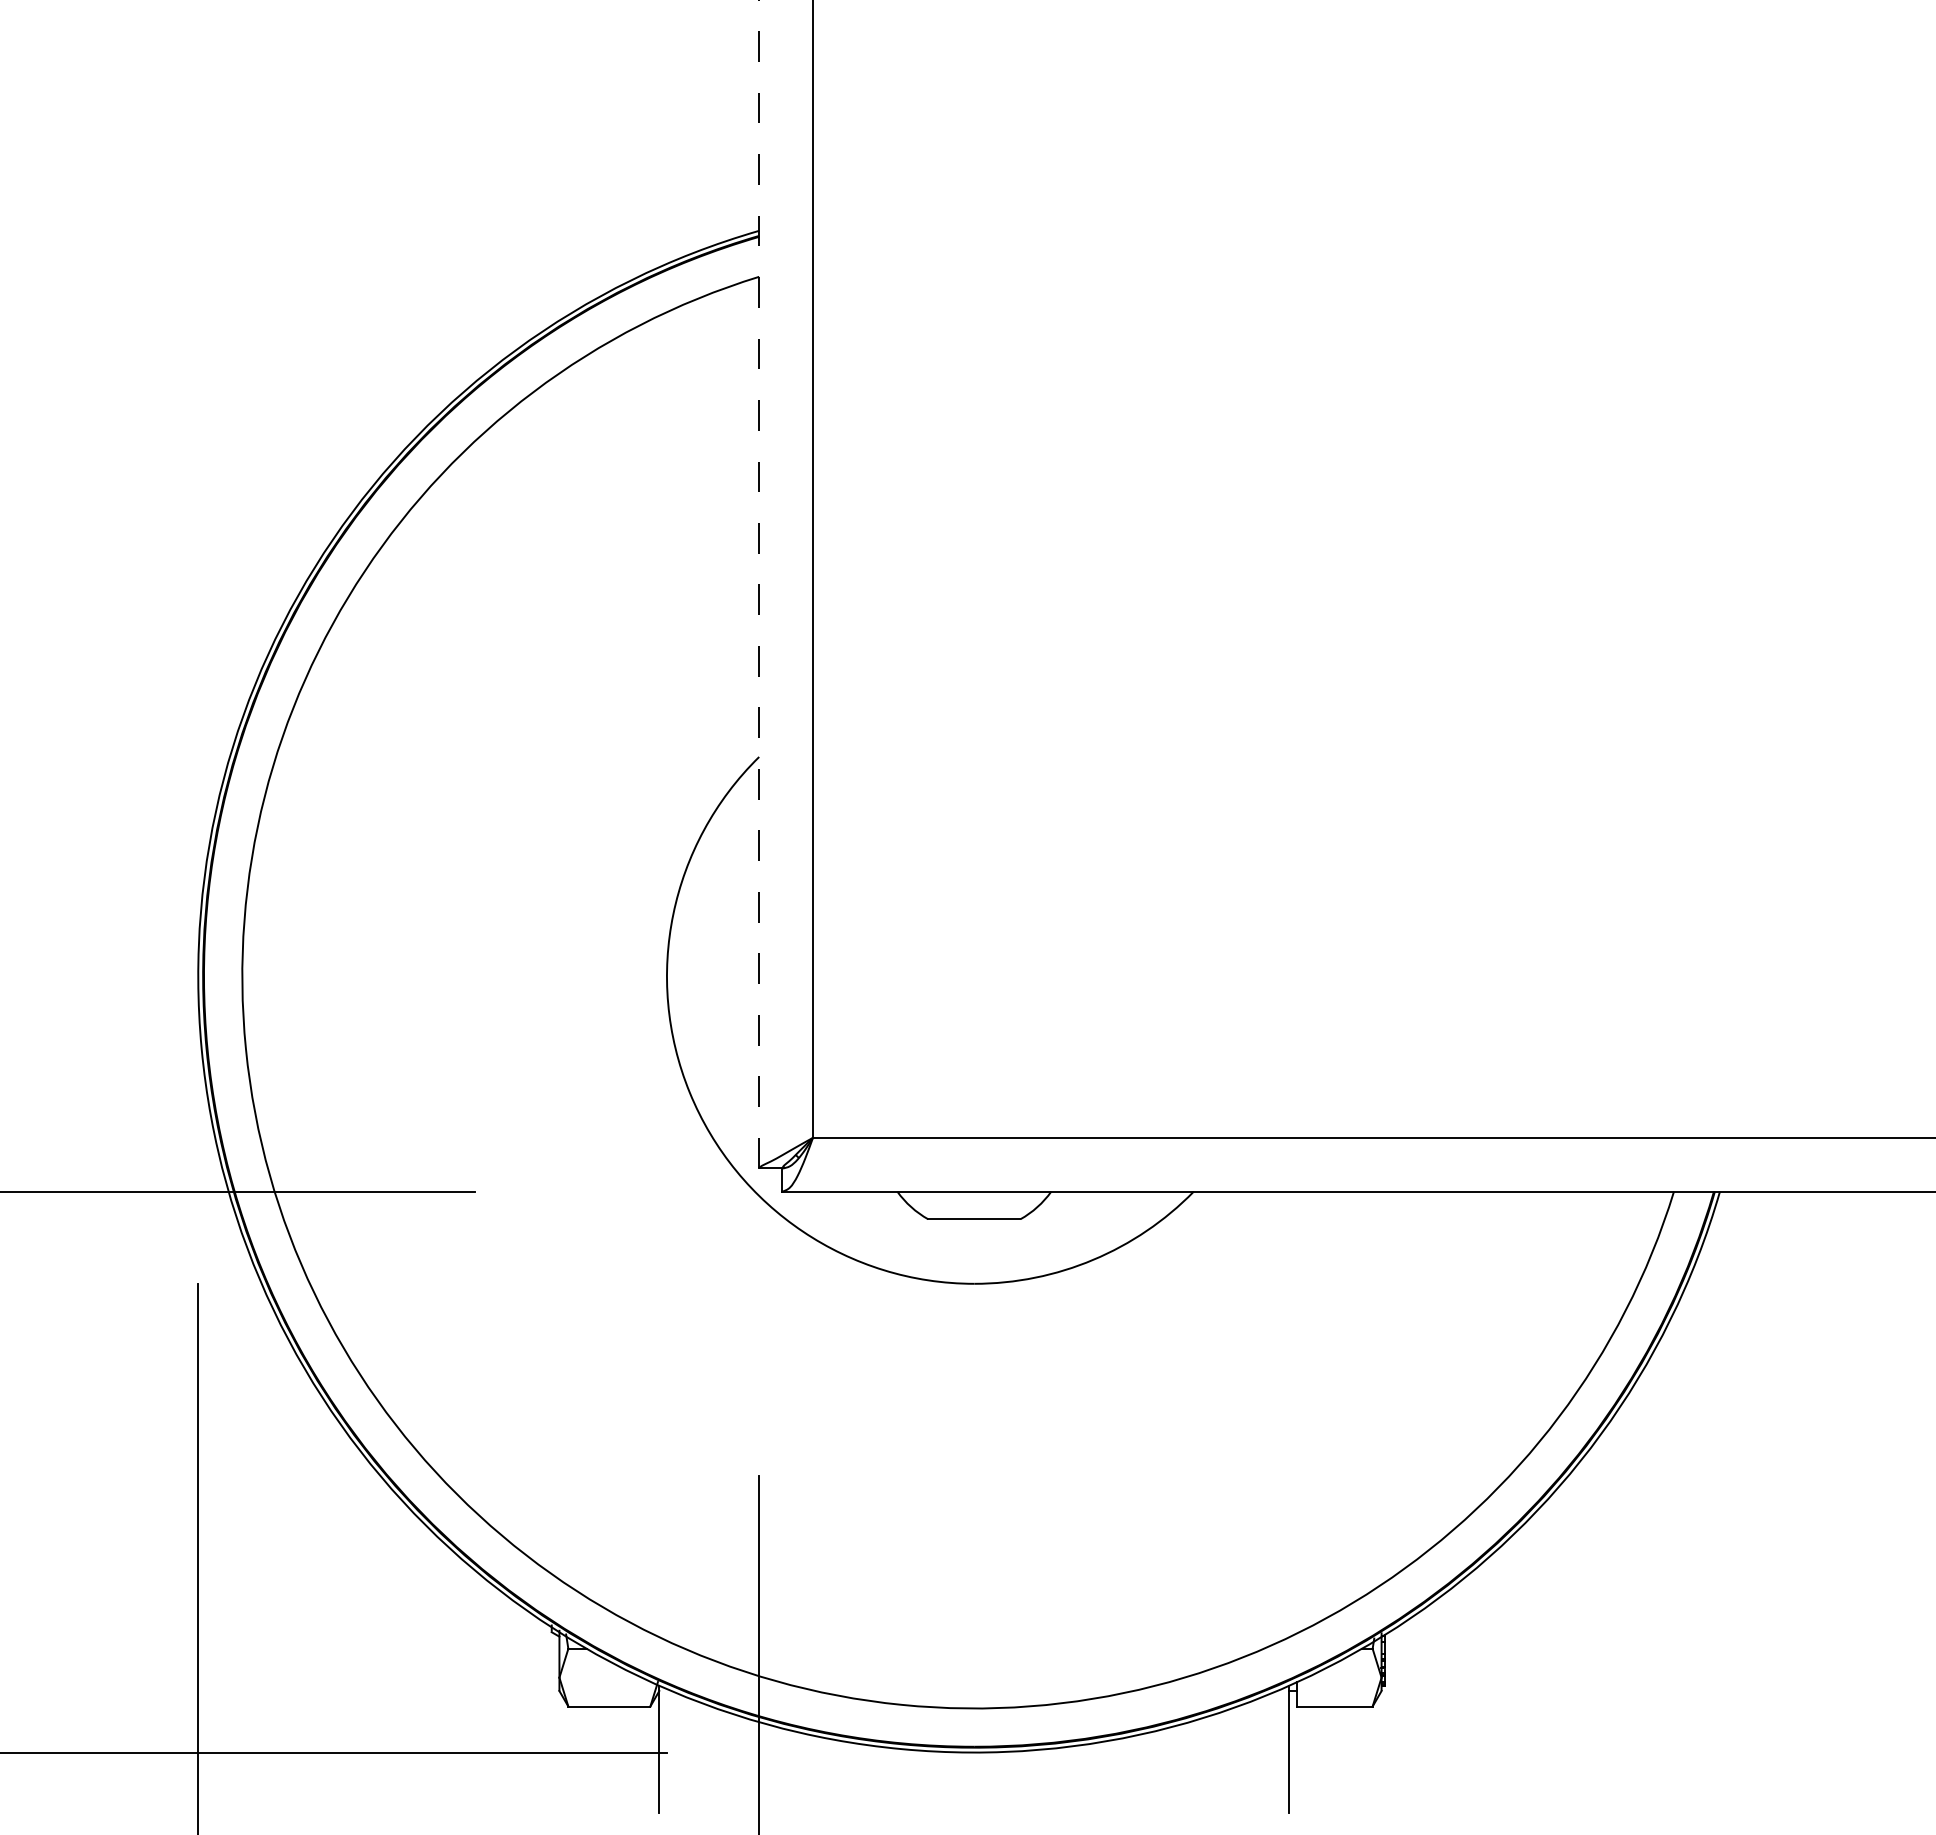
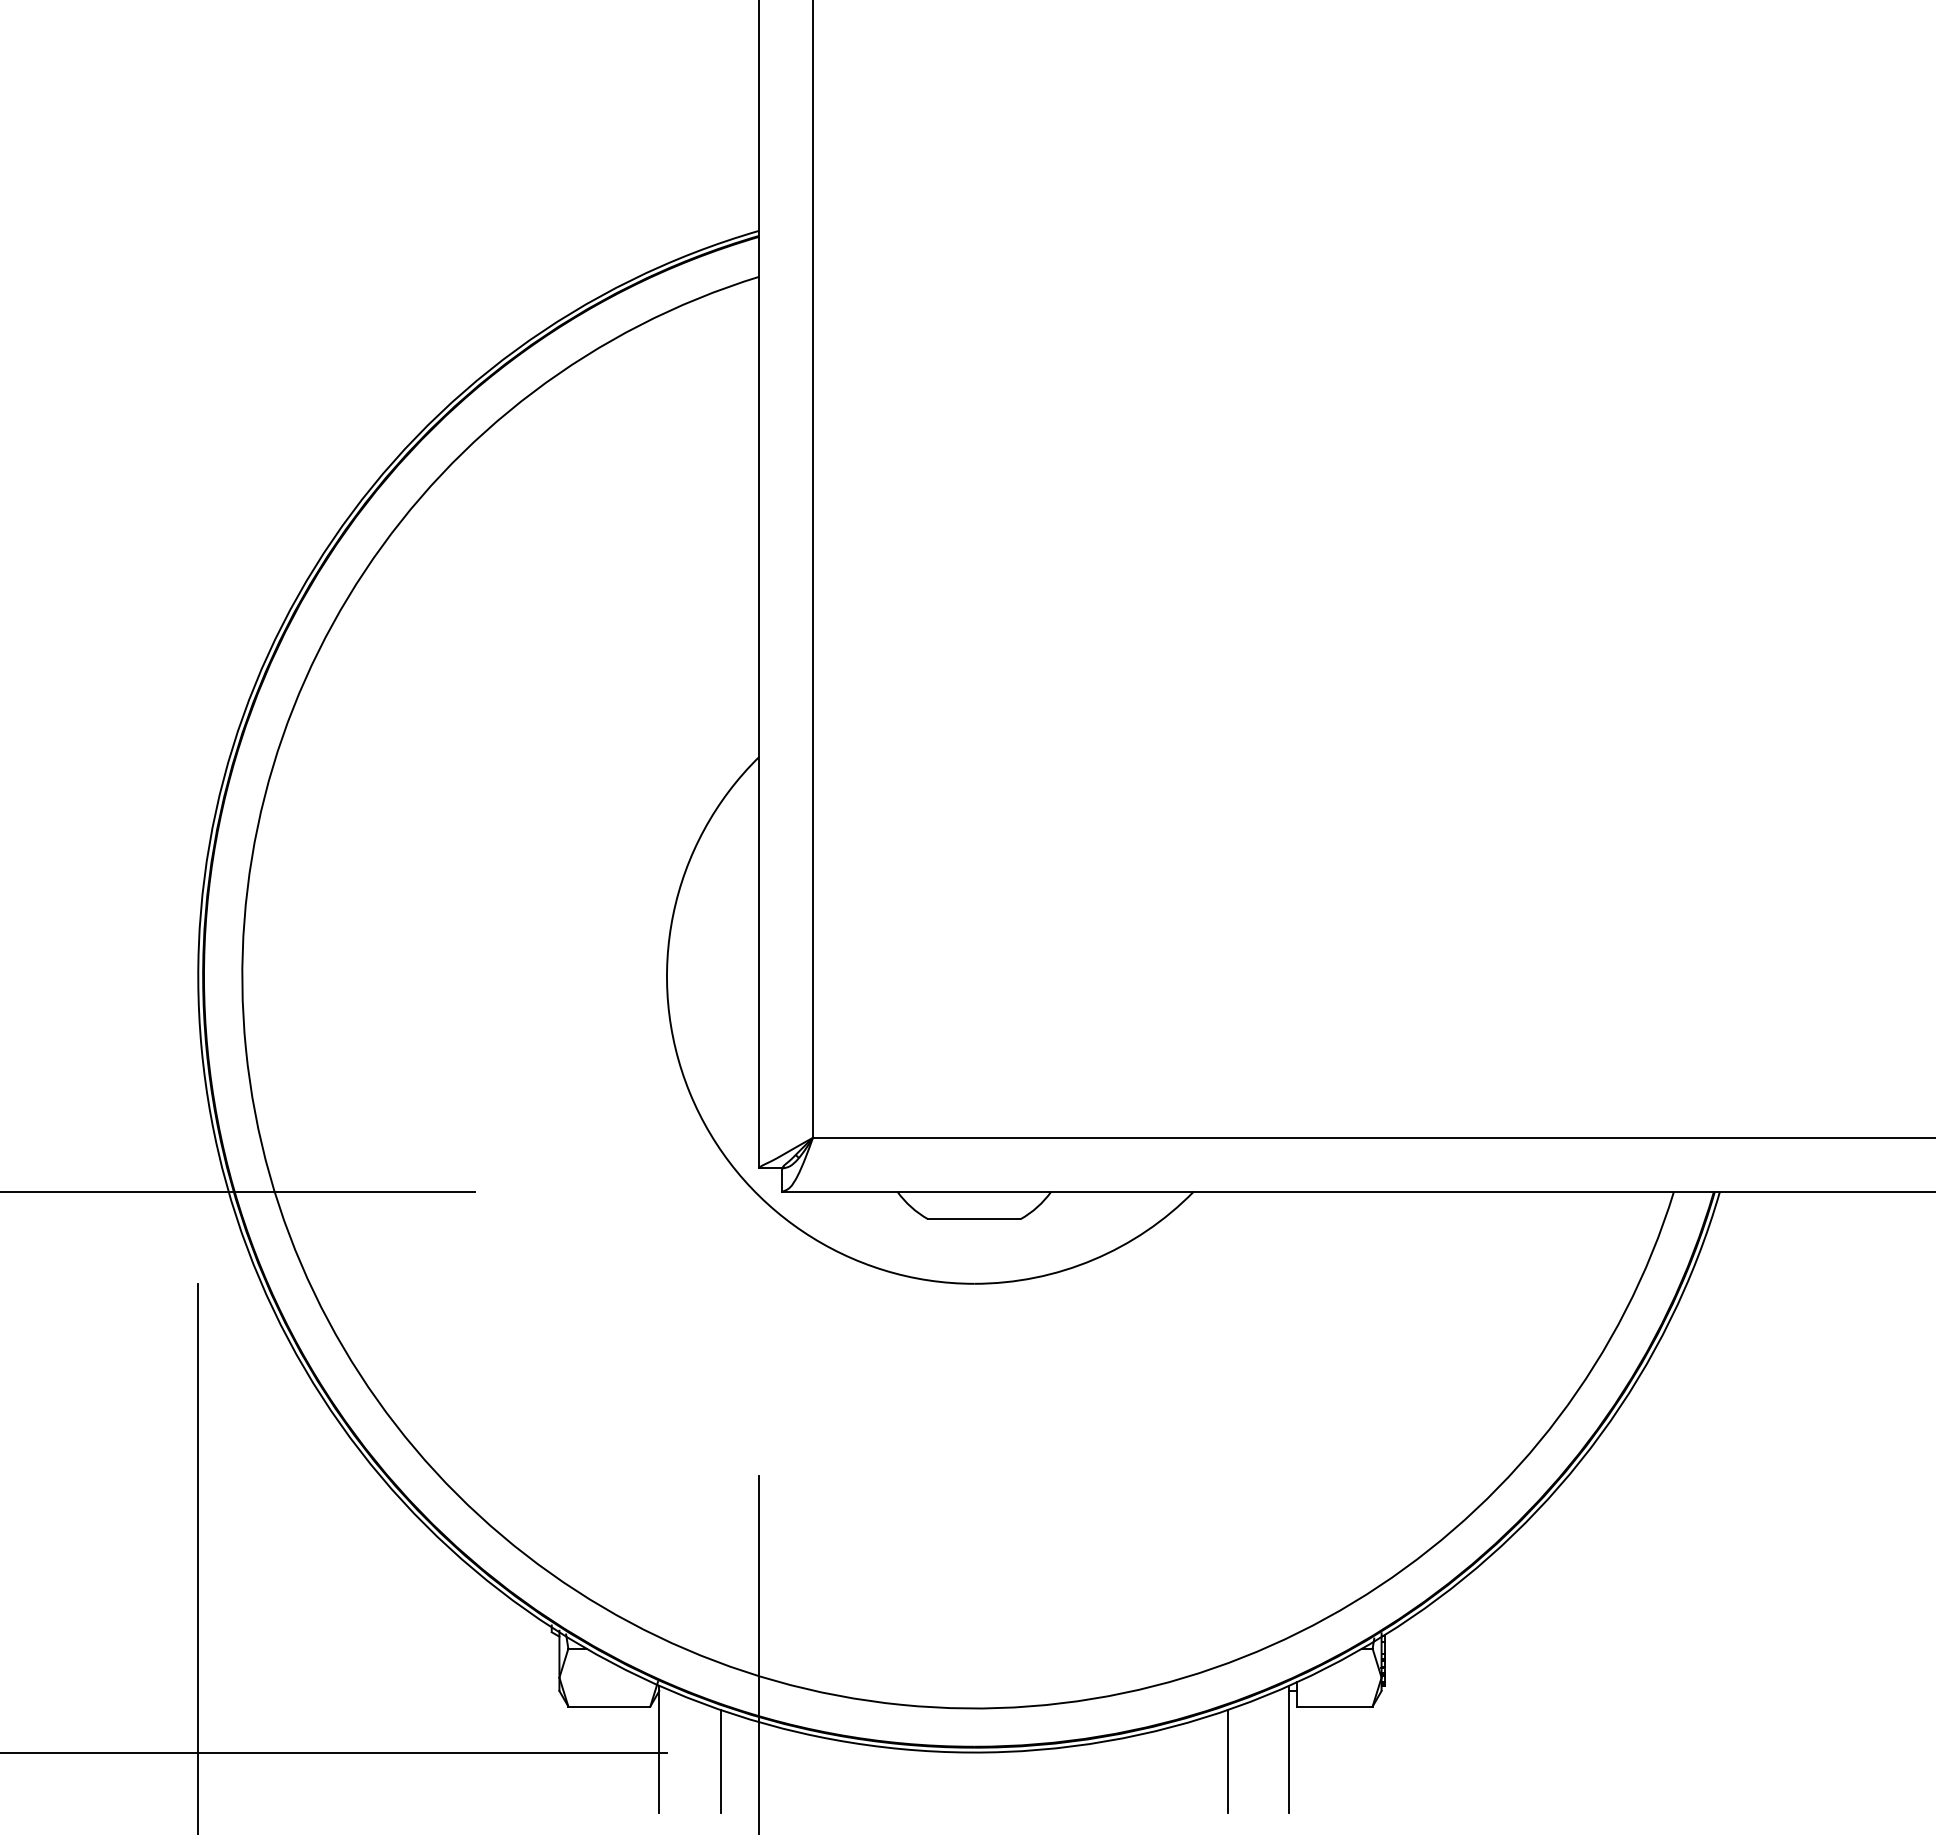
line at (759, 584): dashed -> solid
line at (720, 1760): none -> present
line at (1227, 1760): none -> present
